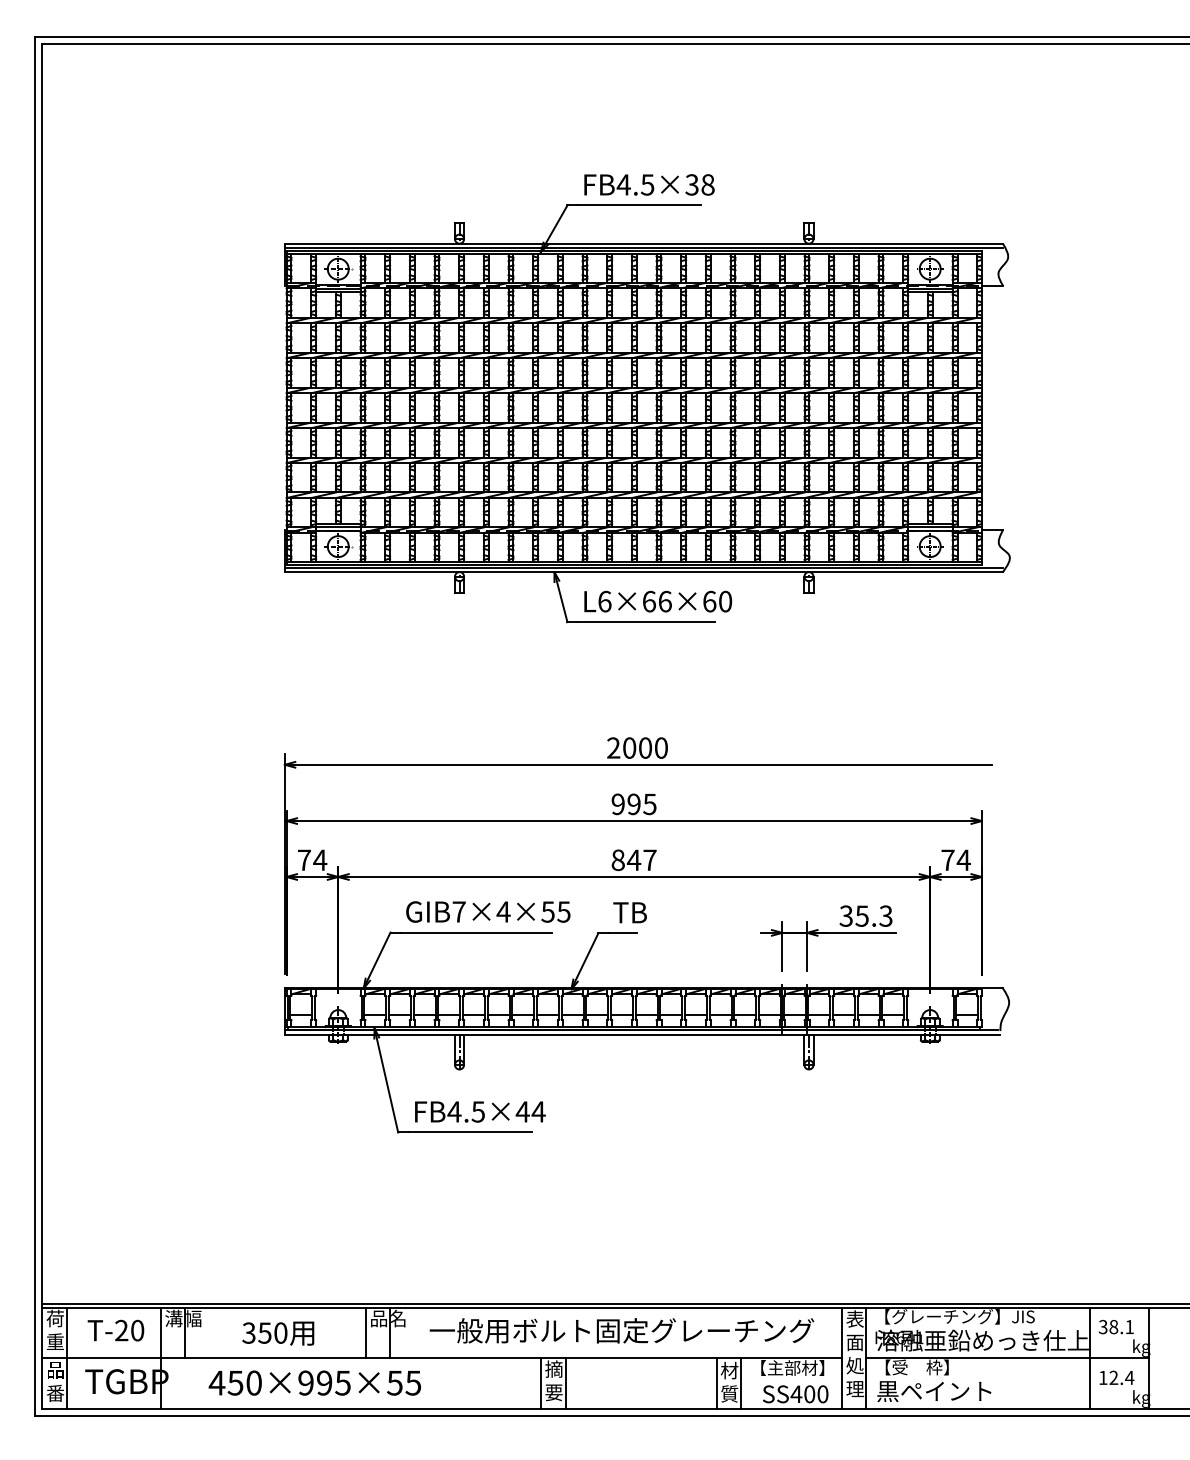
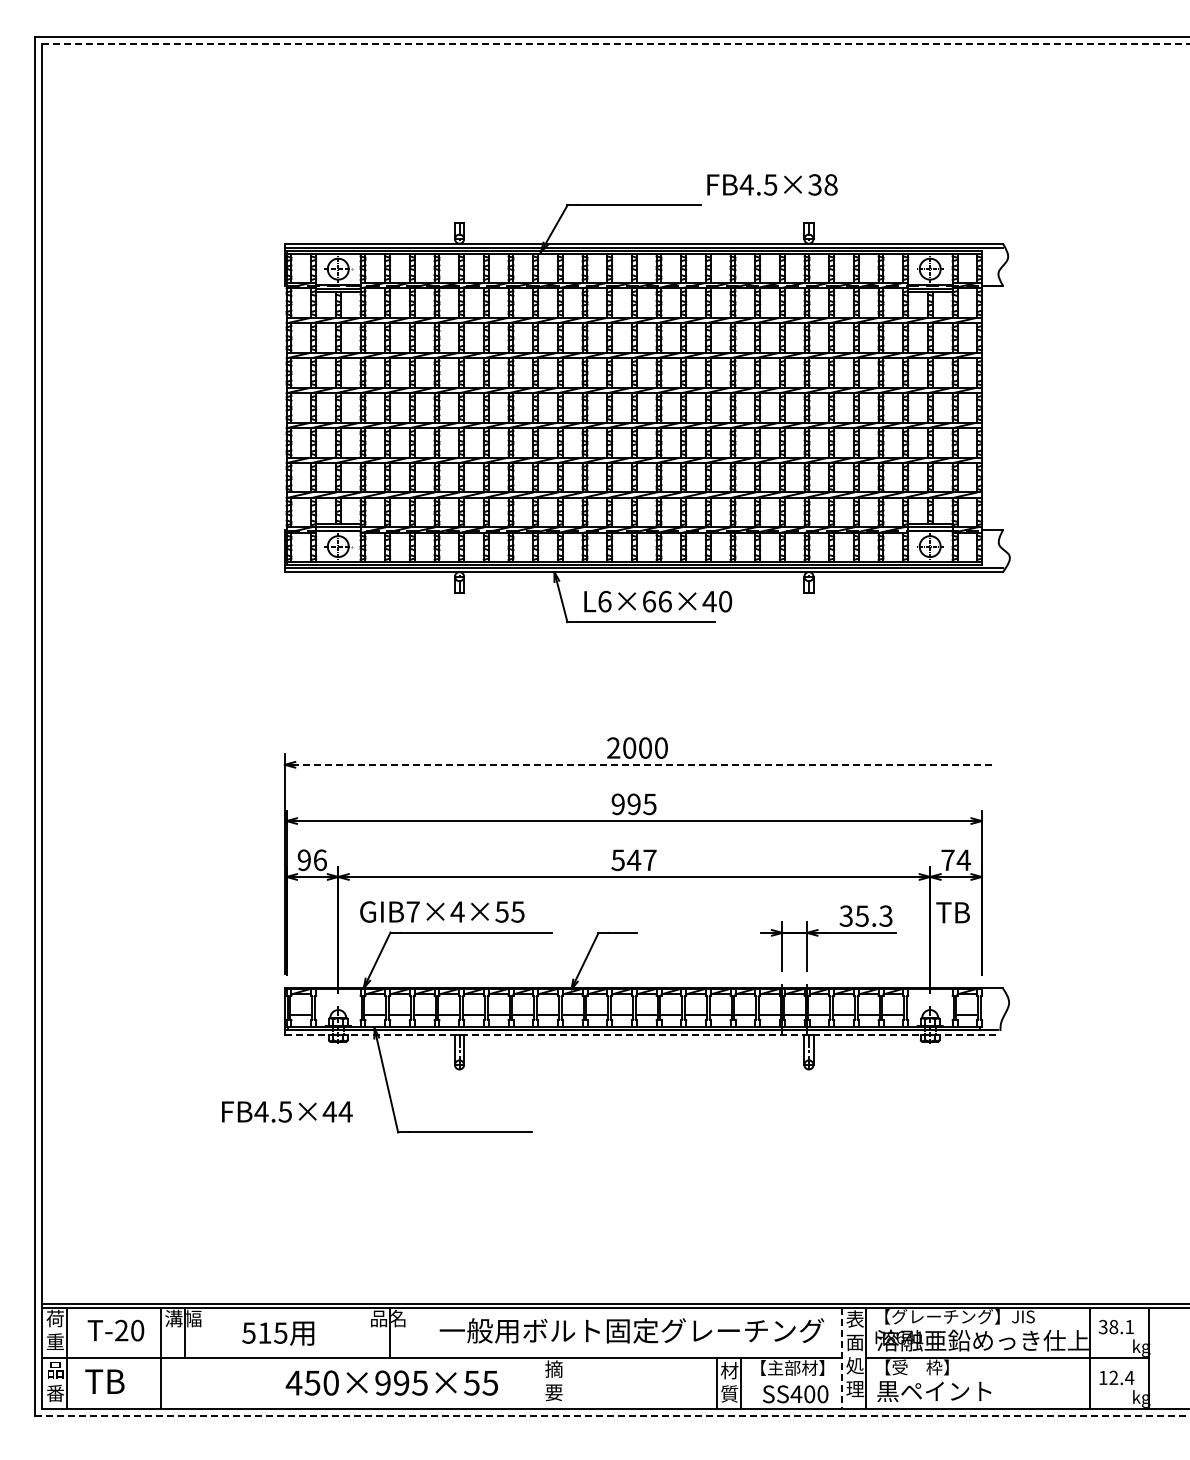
line at (616, 43): solid -> dashed
text at (649, 184) position: (649, 184) -> (772, 184)
text at (709, 601): L6×66×60 -> L6×66×40
line at (643, 764): solid -> dashed
text at (617, 859): 847 -> 547
text at (312, 860): 74 -> 96
text at (488, 911) position: (488, 911) -> (442, 911)
text at (629, 912) position: (629, 912) -> (952, 912)
line at (642, 1034): solid -> dashed
text at (480, 1111) position: (480, 1111) -> (287, 1111)
text at (621, 1330) position: (621, 1330) -> (631, 1330)
text at (264, 1332): 350 -> 515
line at (365, 1332): present -> none
line at (841, 1358): solid -> dashed
text at (137, 1381): TGBP -> TB
text at (314, 1382) position: (314, 1382) -> (391, 1382)
line at (541, 1383): present -> none
line at (565, 1383): present -> none
line at (612, 1416): solid -> dashed
